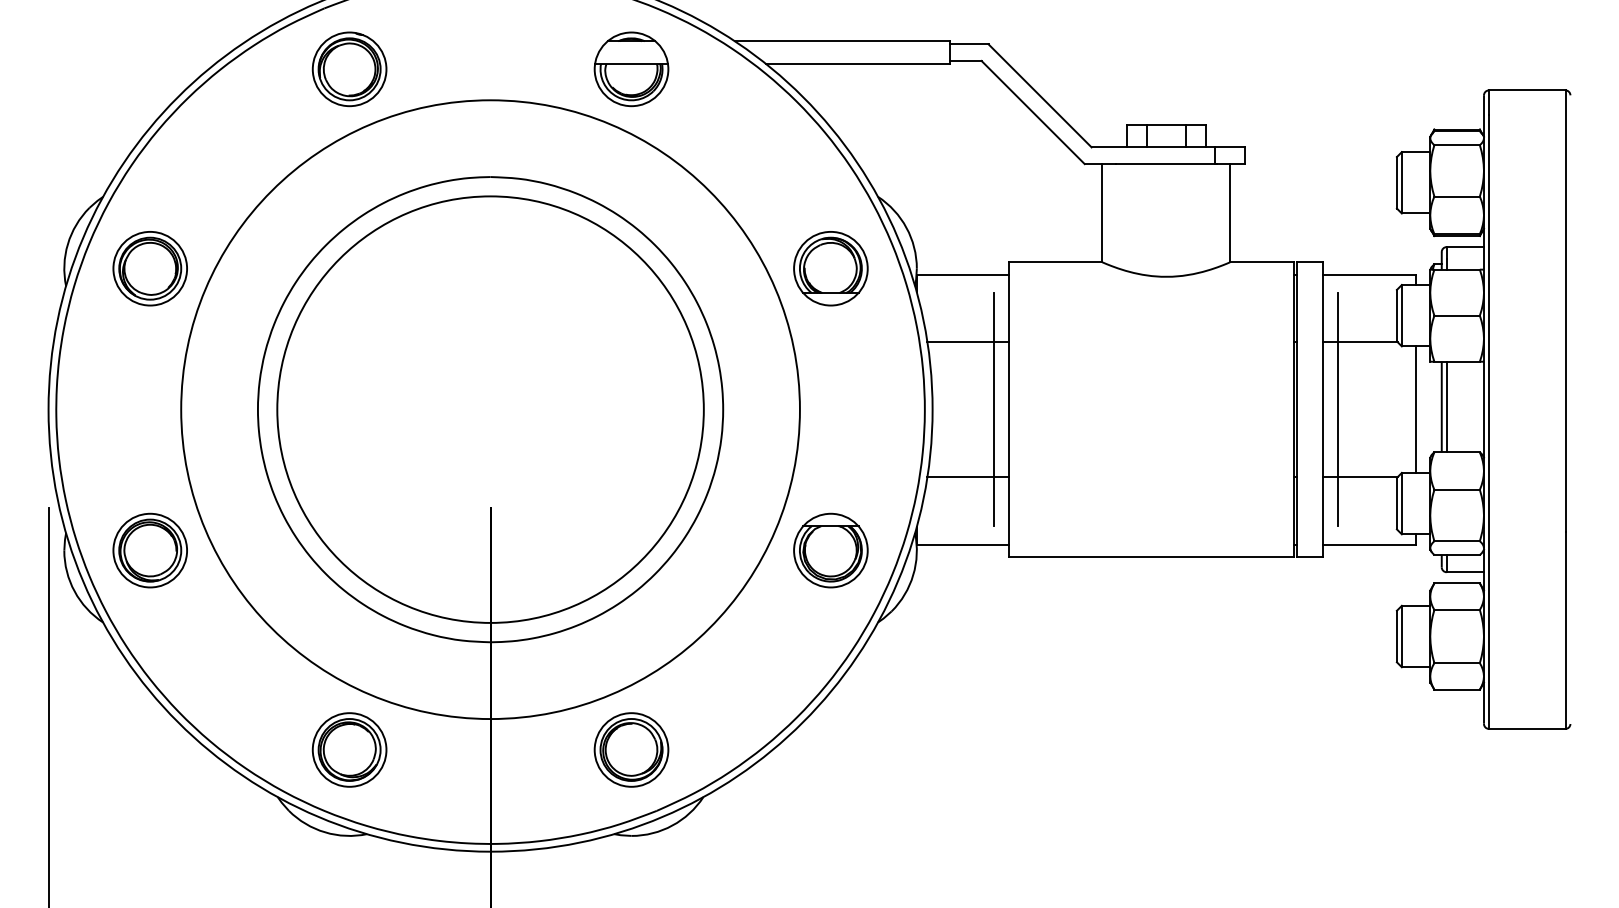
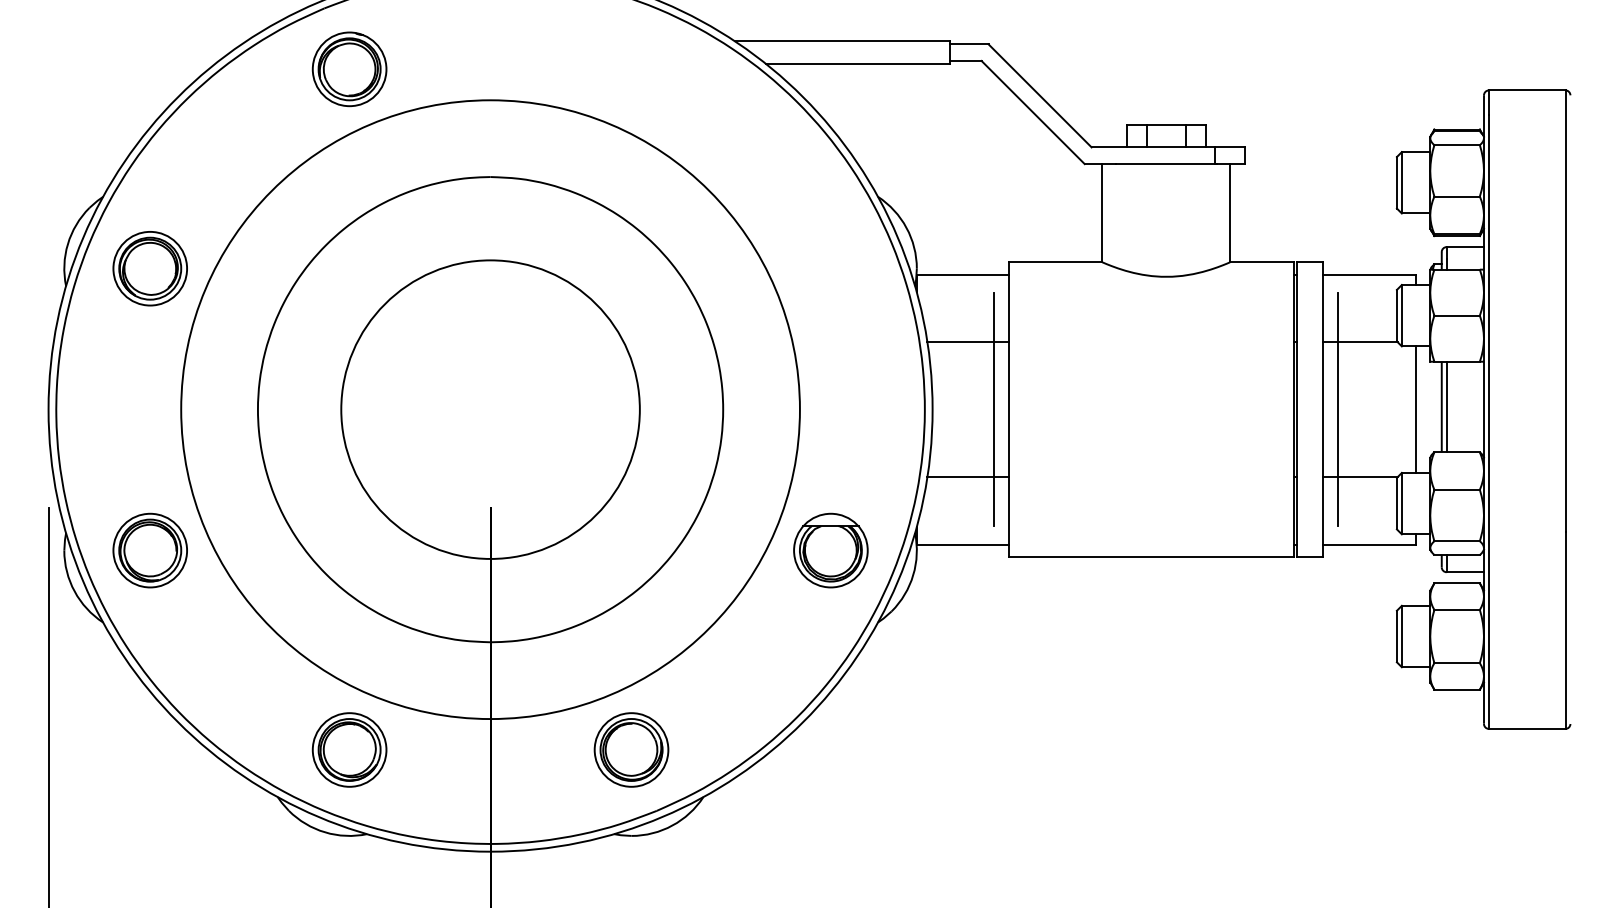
part at (631, 69): present -> none
part at (830, 268): present -> none
circle at (490, 409) diameter: 427 px -> 299 px
